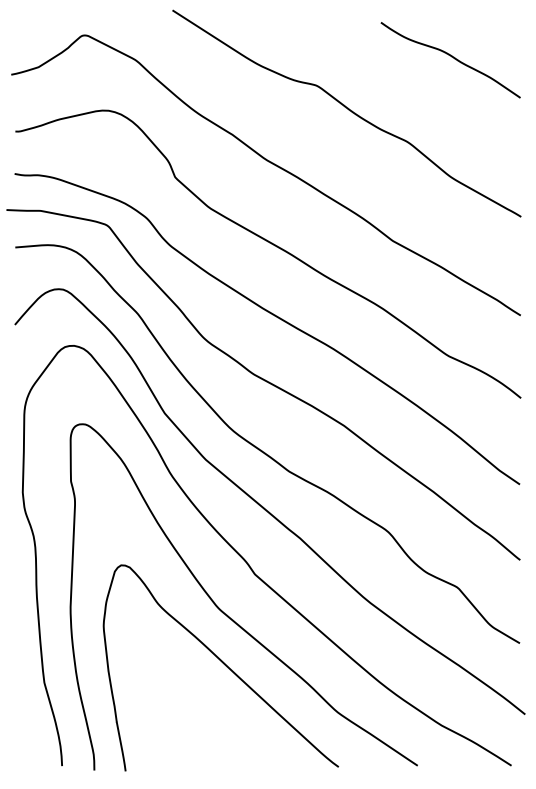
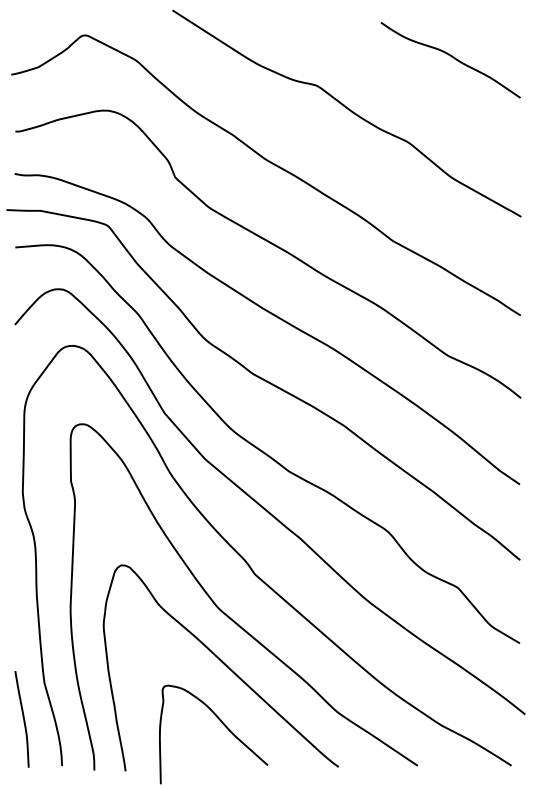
curve at (23, 719): none -> present
curve at (222, 724): none -> present
